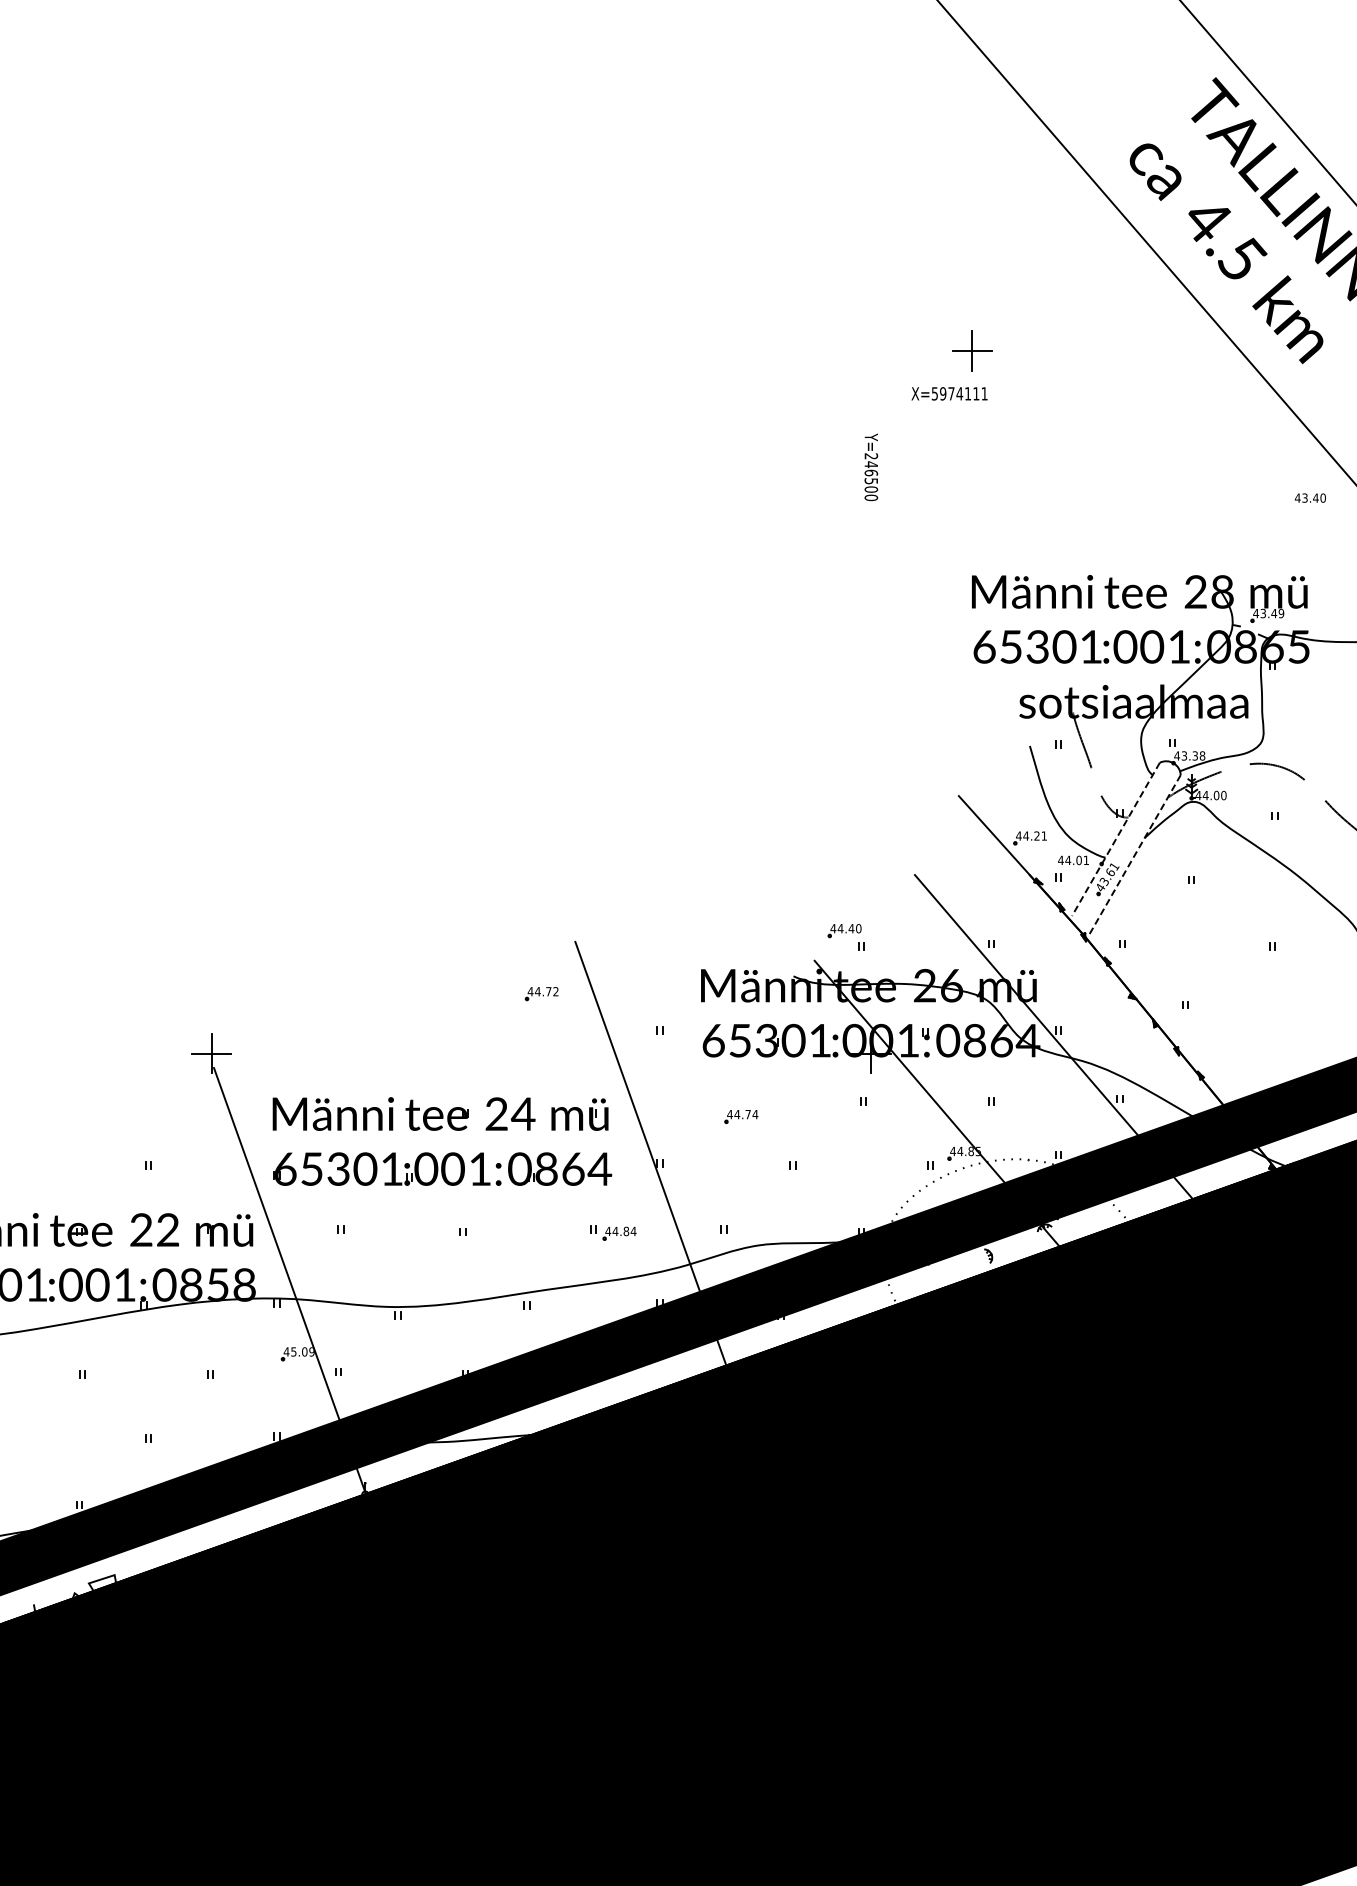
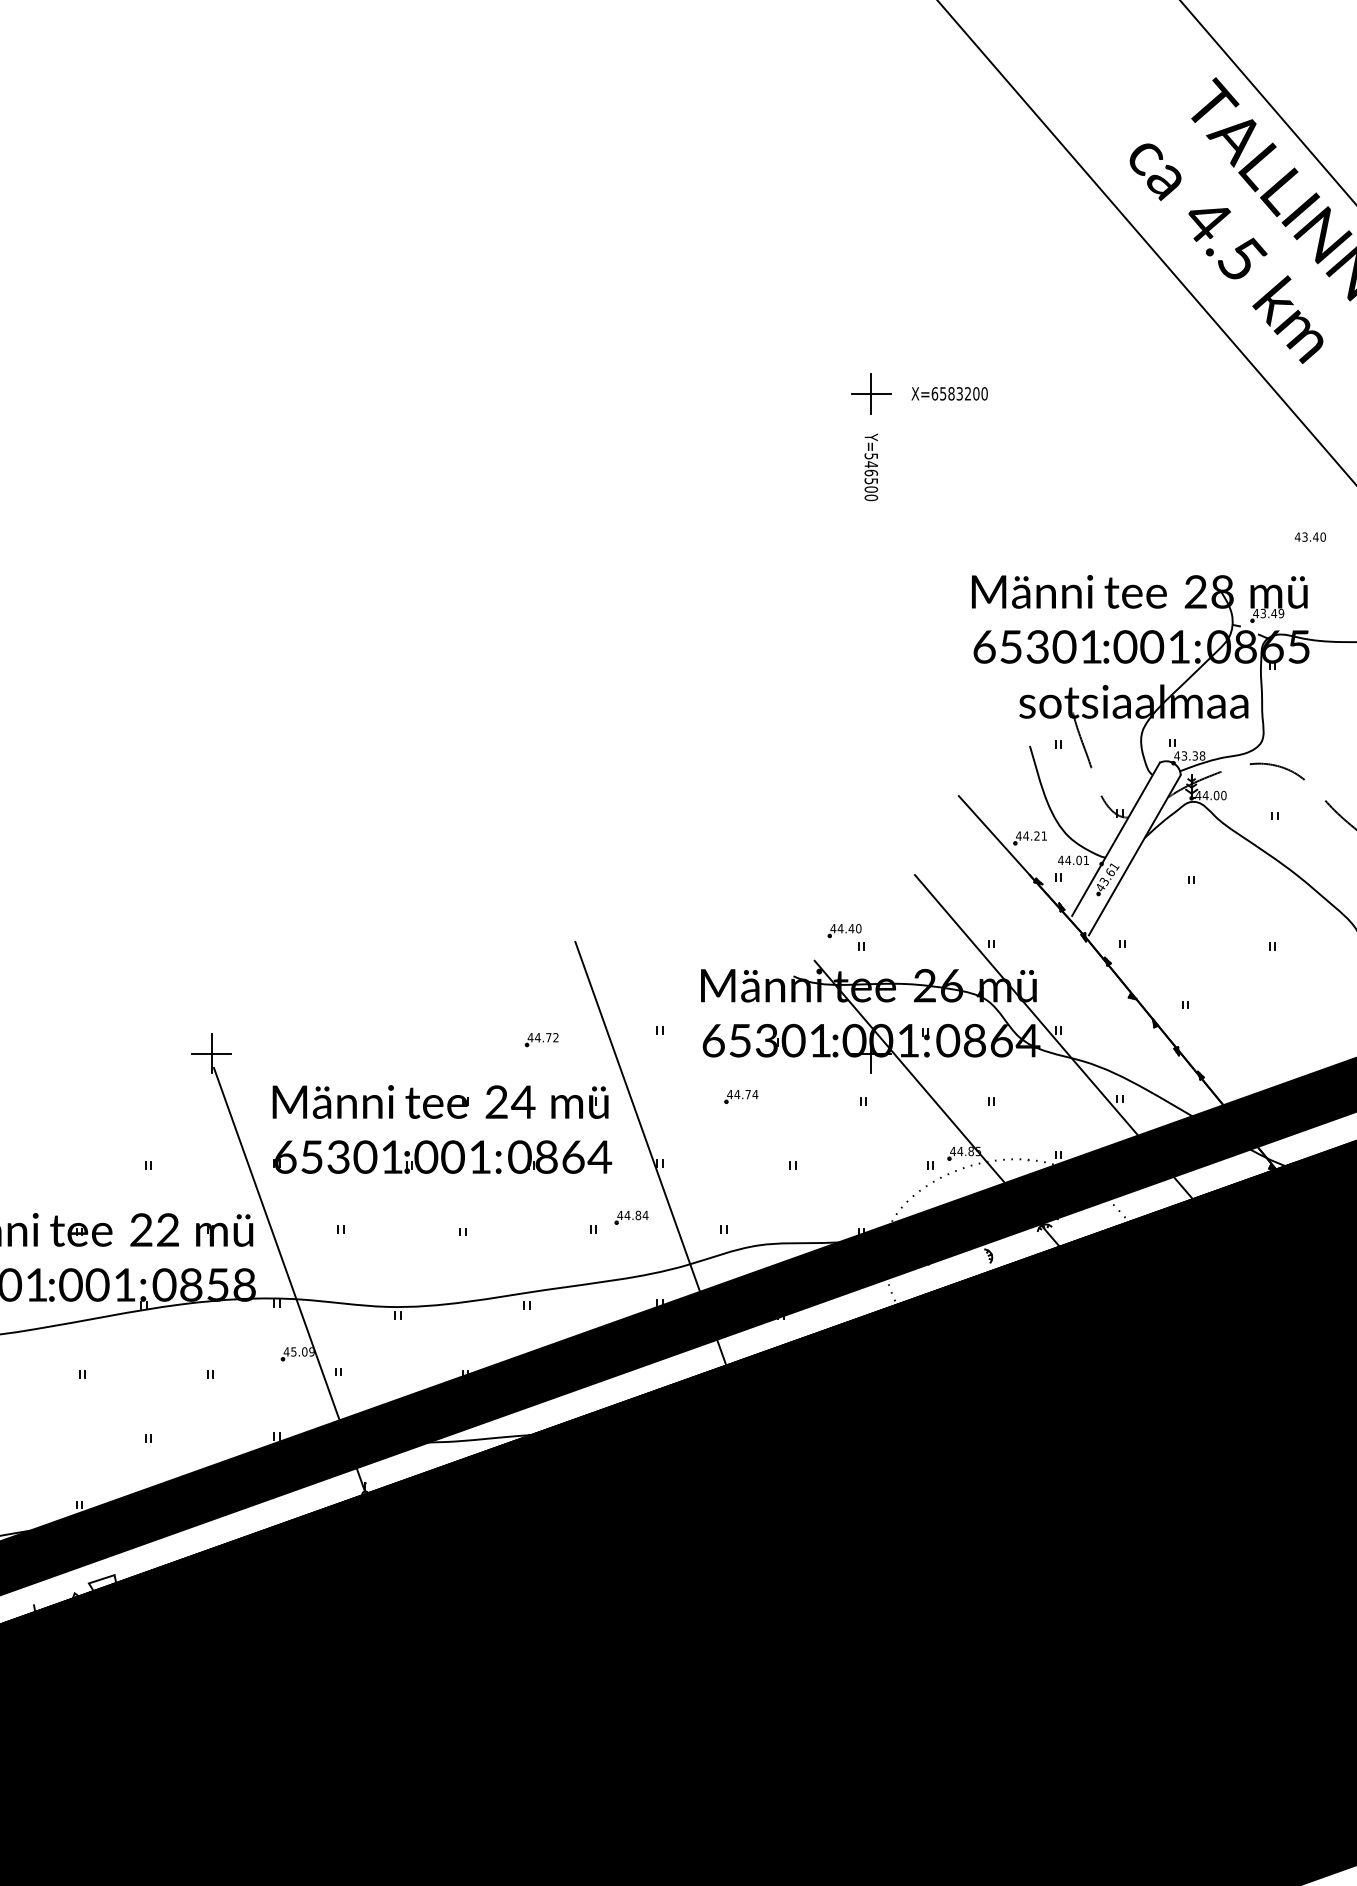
part at (972, 350) position: (972, 350) -> (871, 393)
text at (959, 393): X=5974111 -> X=6583200
text at (871, 456): Y=246500 -> Y=546500
text at (1309, 497) position: (1309, 497) -> (1309, 536)
line at (1115, 839): dashed -> solid
line at (1134, 855): dashed -> solid
part at (541, 994) position: (541, 994) -> (541, 1040)
part at (741, 1116) position: (741, 1116) -> (741, 1096)
part at (438, 1130) position: (438, 1130) -> (438, 1118)
part at (619, 1233) position: (619, 1233) -> (631, 1217)
